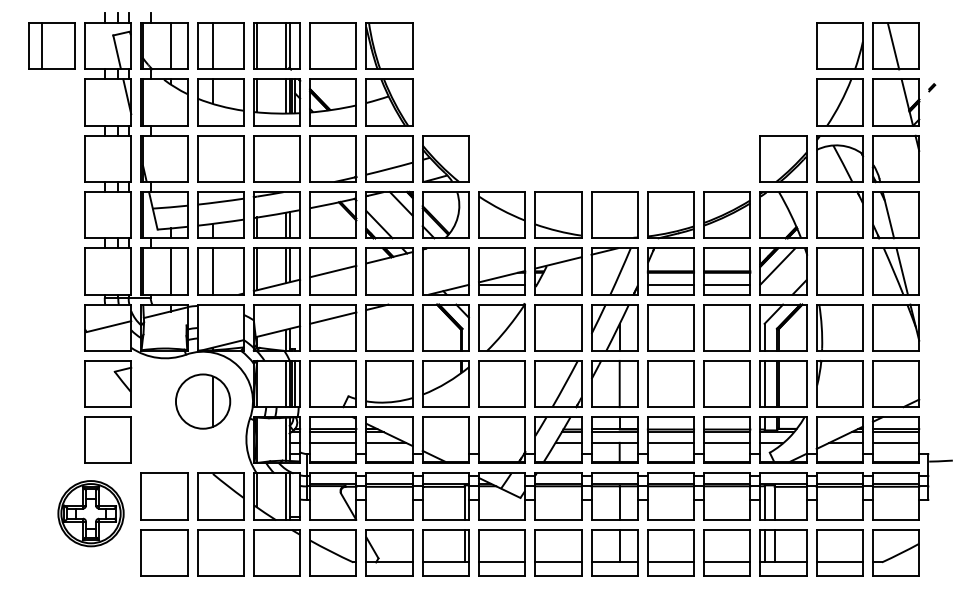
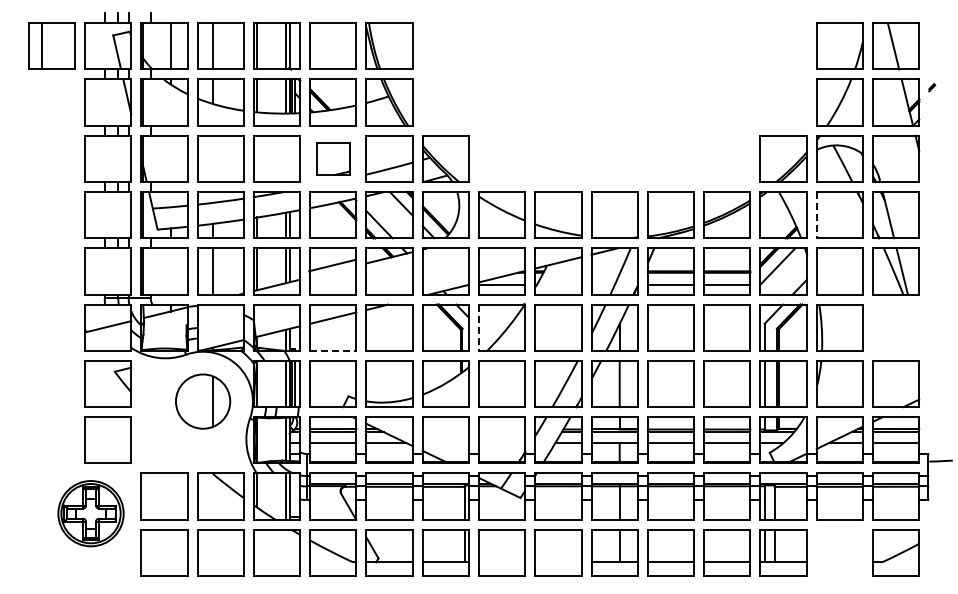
part at (333, 158) size: 49x48 px -> 35x34 px
line at (816, 215): solid -> dashed
line at (170, 271): present -> none
line at (333, 271) position: (333, 271) -> (332, 265)
part at (896, 327): present -> none
line at (479, 328): solid -> dashed
line at (333, 350): solid -> dashed
part at (839, 552): present -> none
line at (502, 562): present -> none
line at (558, 562): present -> none
